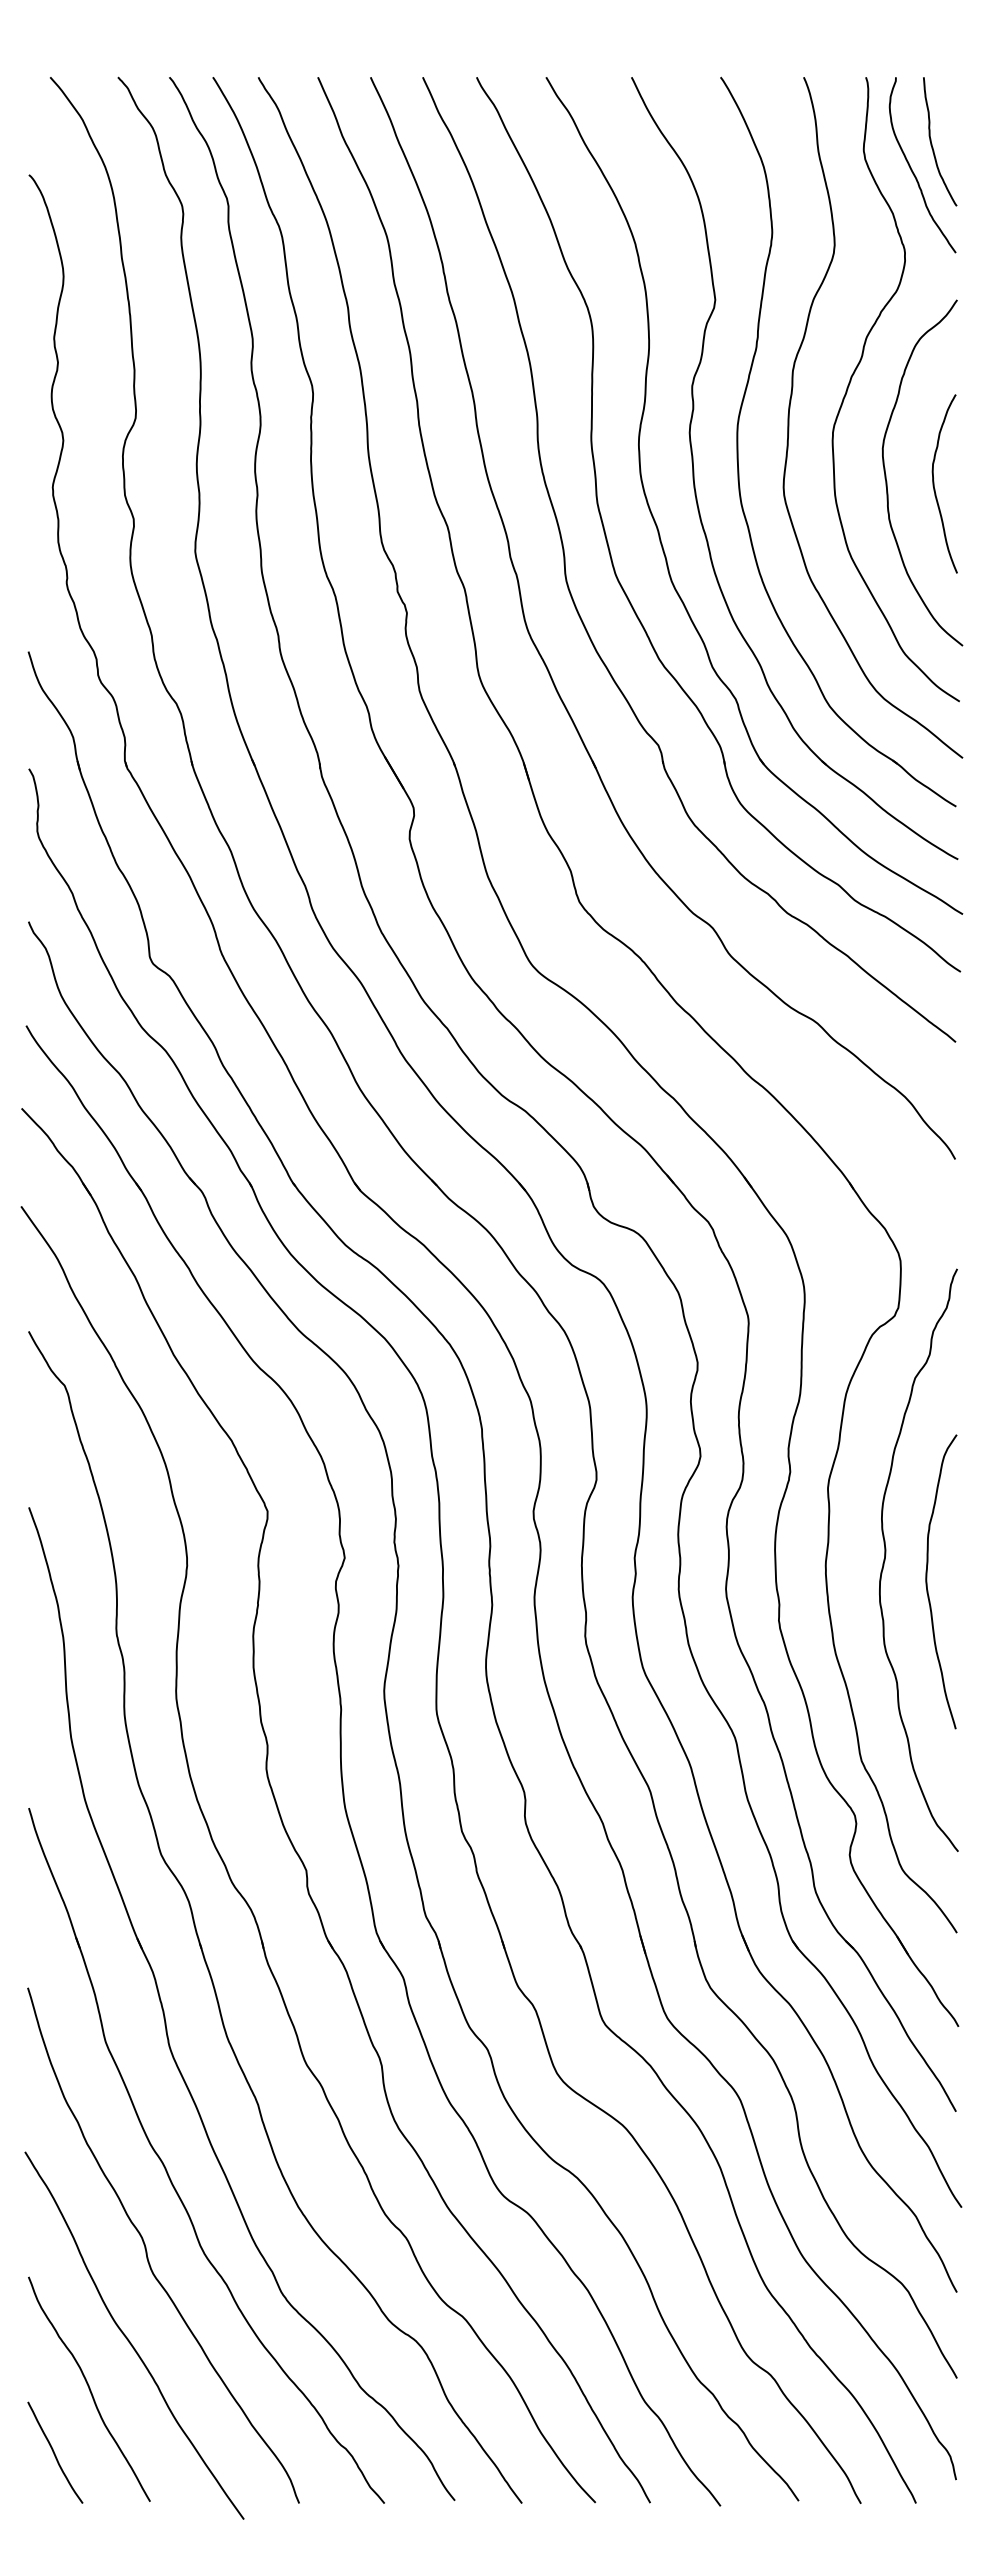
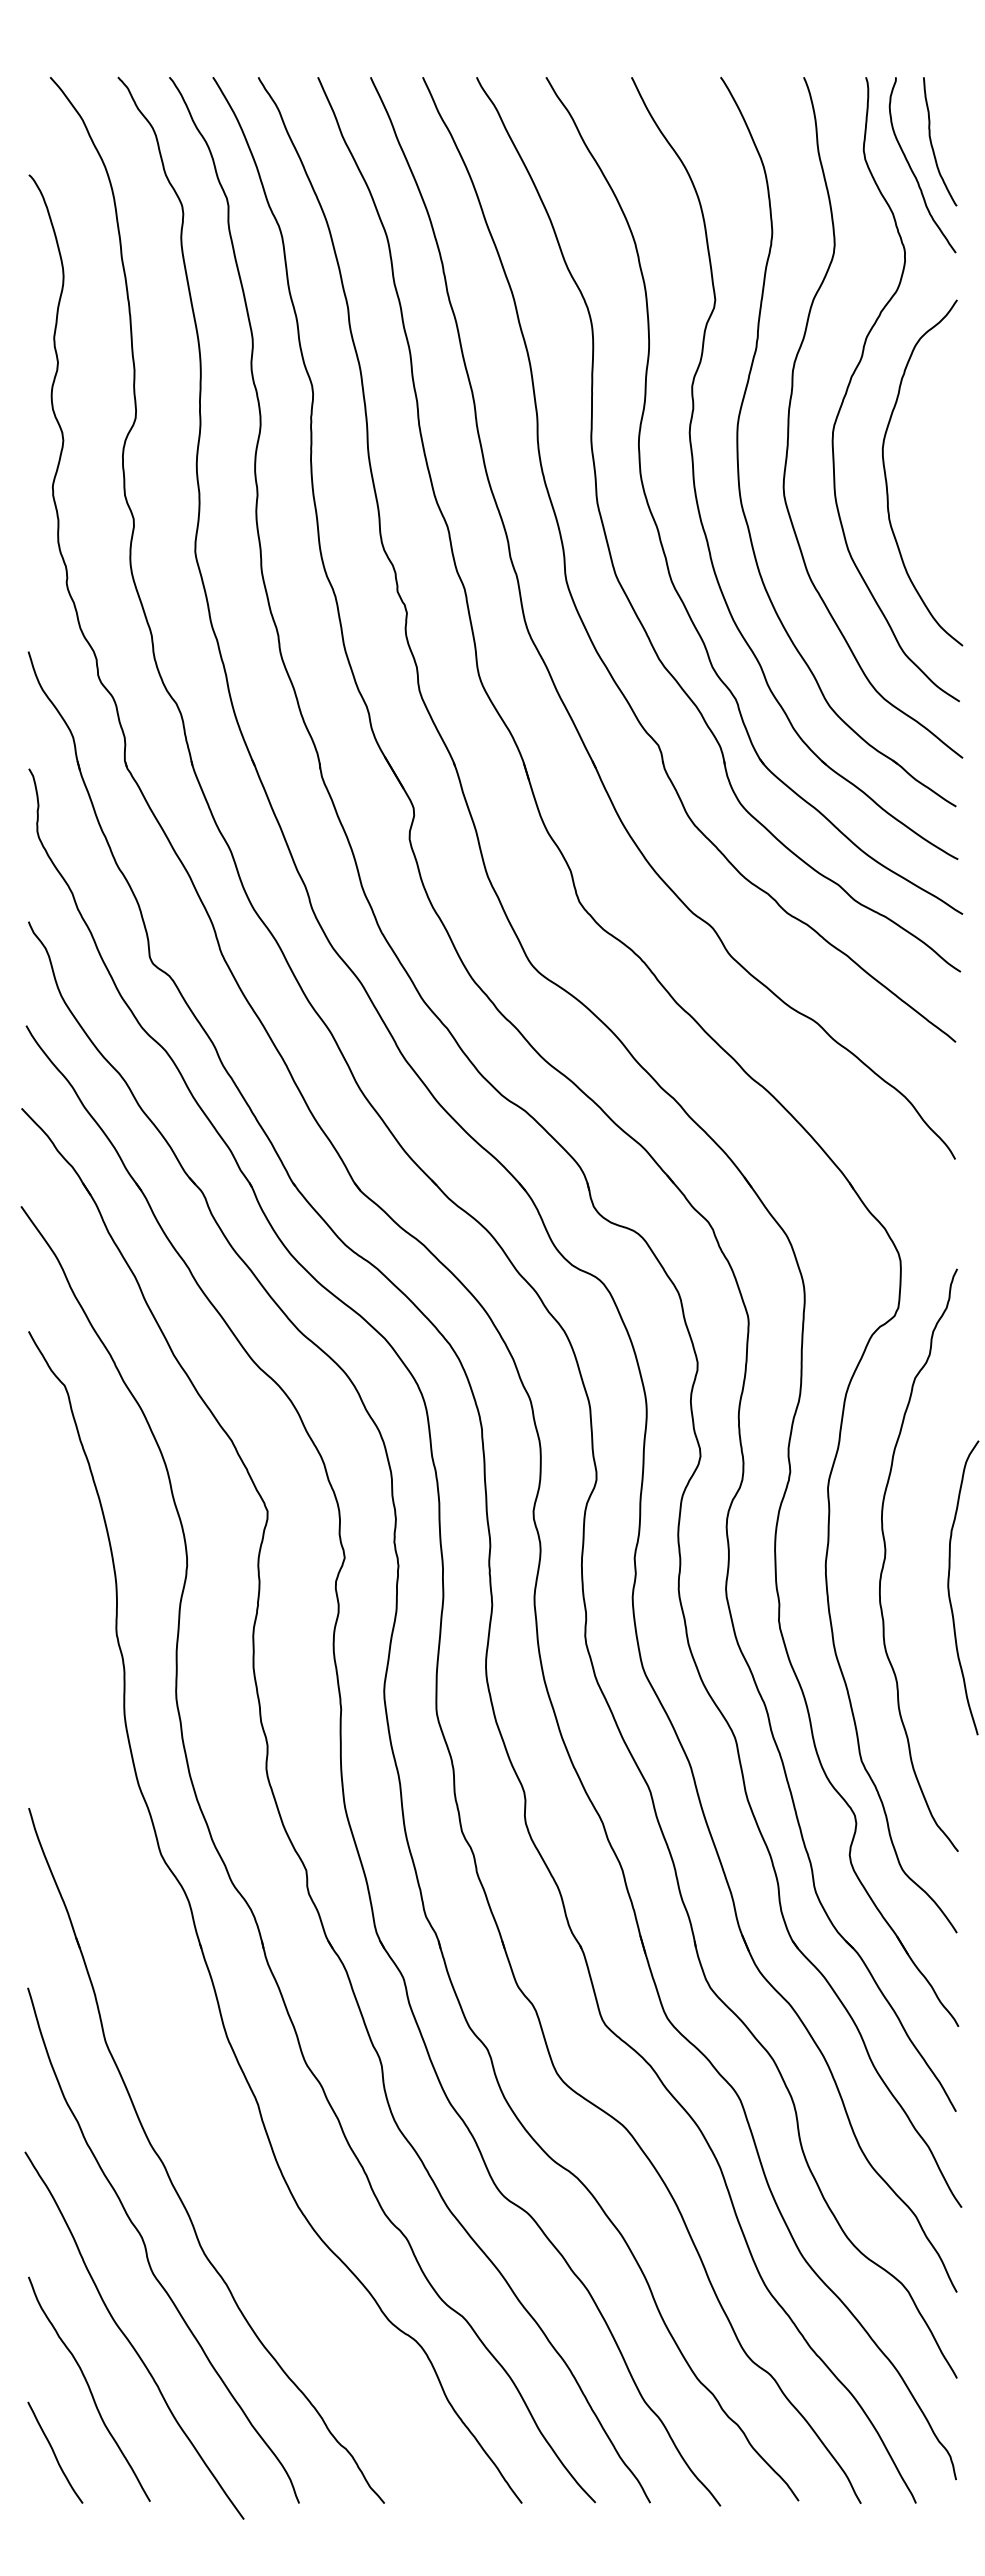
curve at (934, 483): present -> none
curve at (927, 1581) position: (927, 1581) -> (949, 1587)
part at (165, 2016): present -> none
